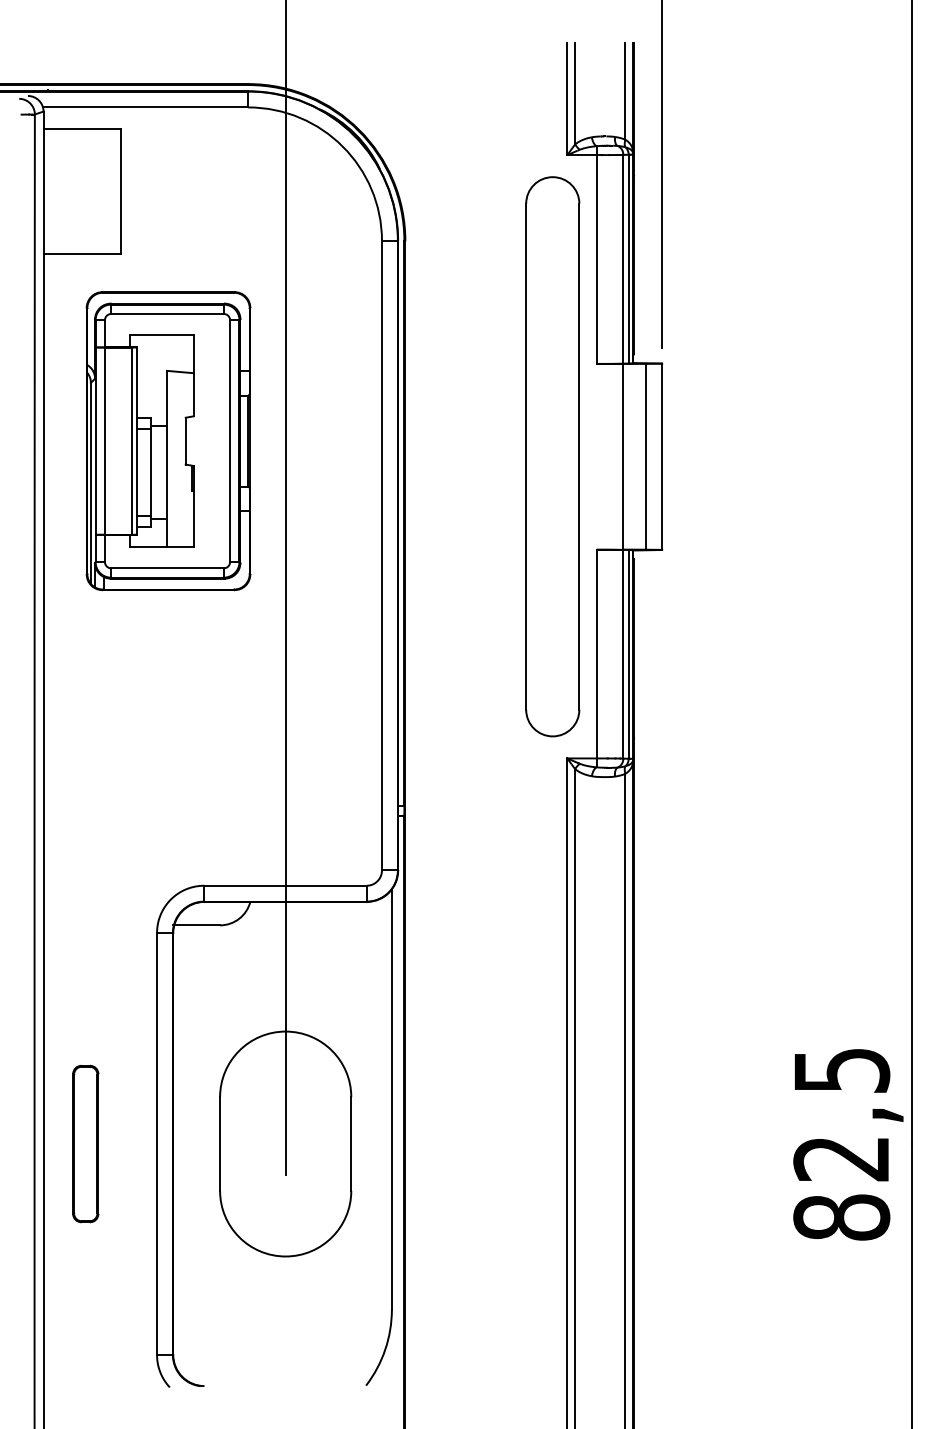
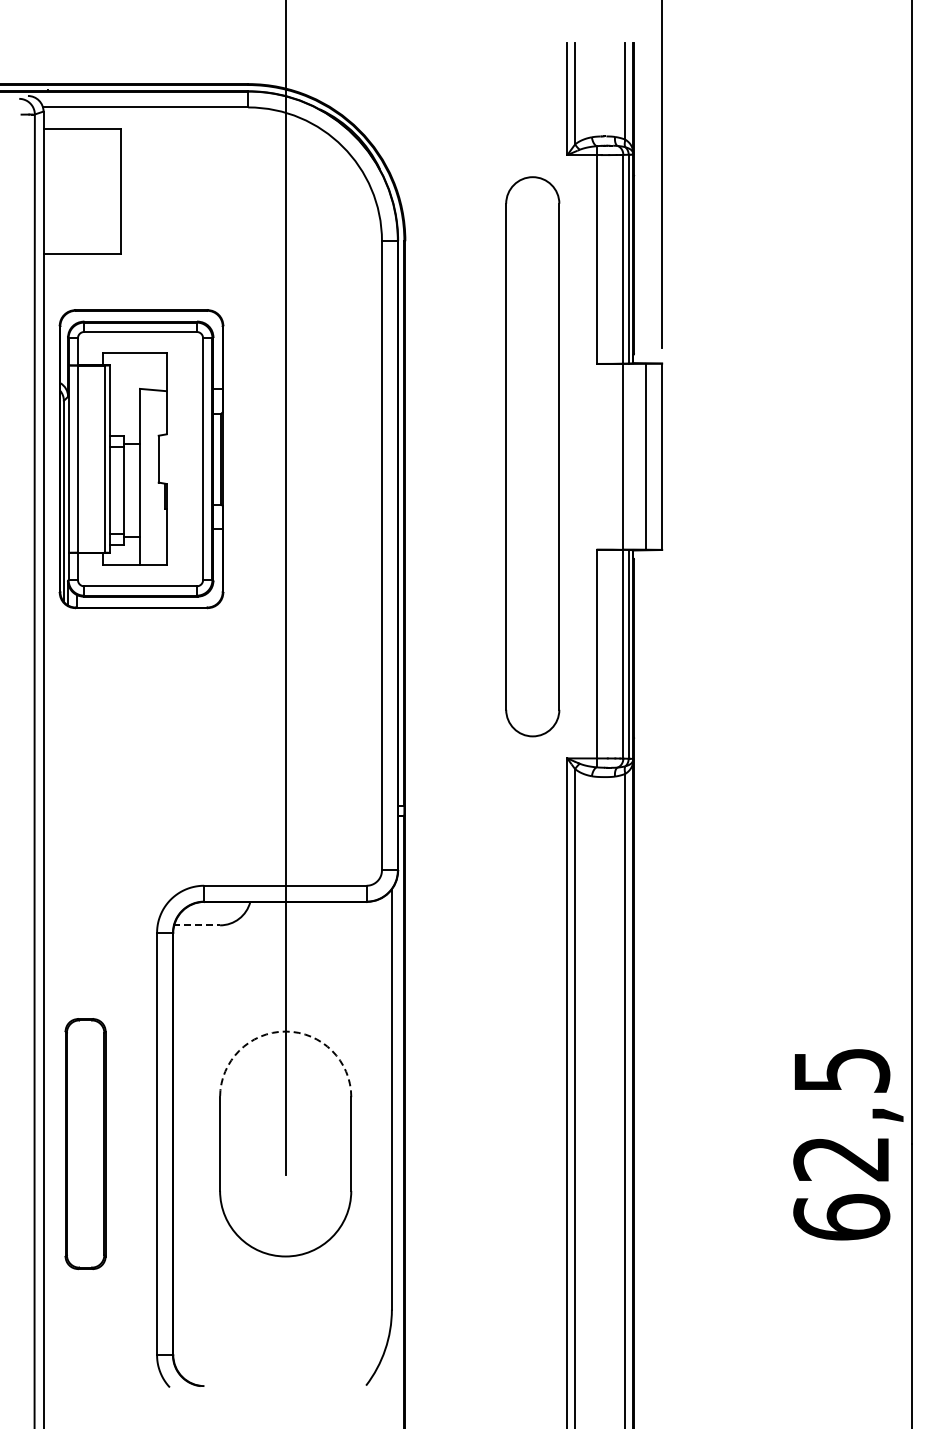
part at (168, 441) position: (168, 441) -> (141, 459)
part at (552, 456) position: (552, 456) -> (532, 456)
line at (197, 925): solid -> dashed
arc at (285, 1031): solid -> dashed
part at (85, 1143) size: 28x160 px -> 43x252 px
text at (841, 1217): 82,5 -> 62,5
